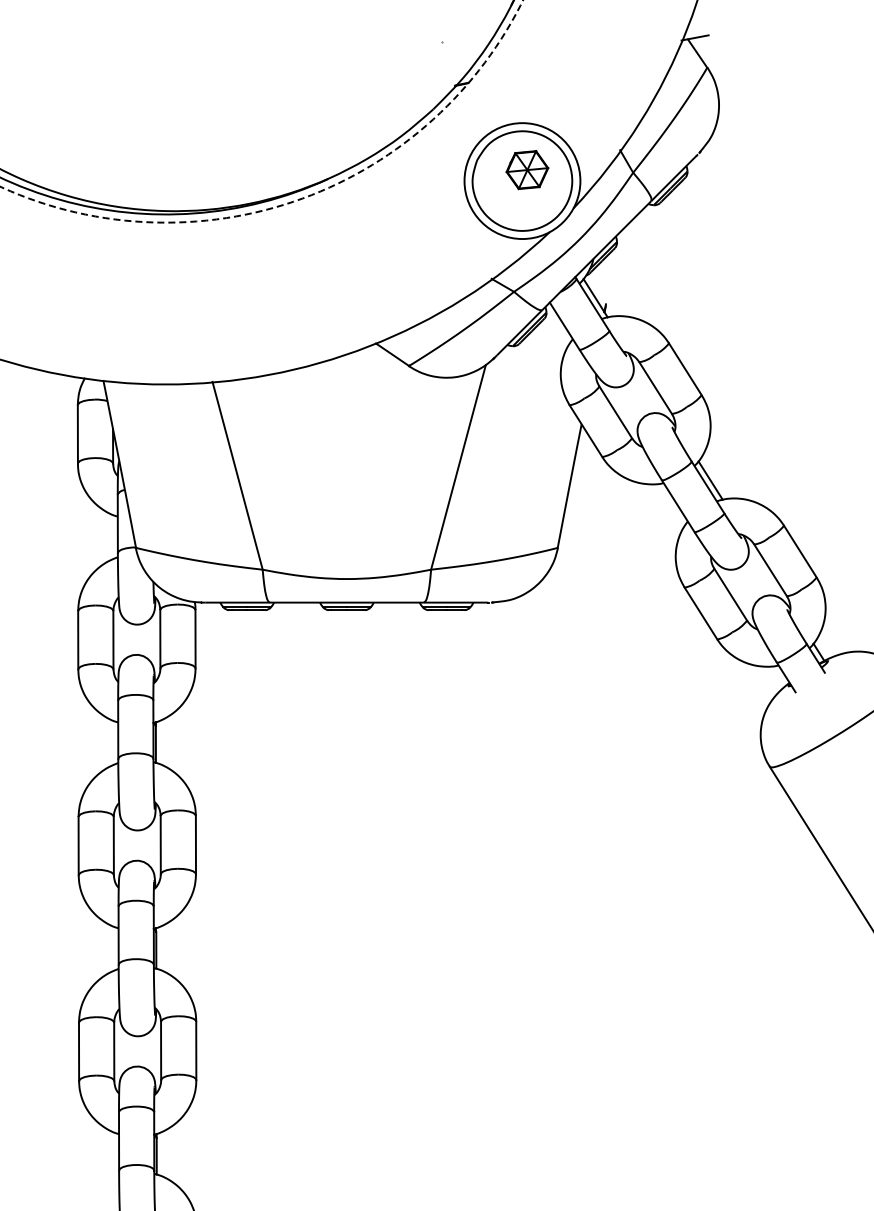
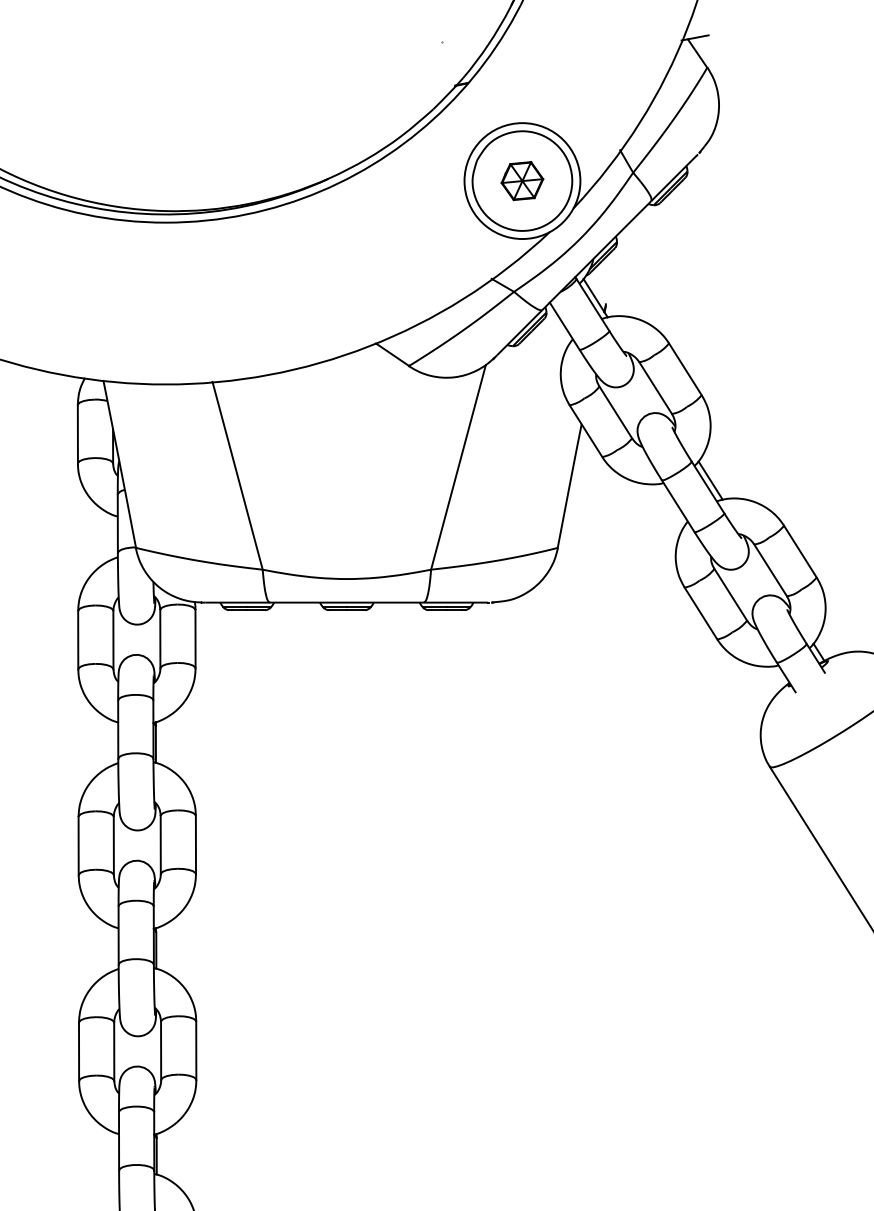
circle at (261, 111): dashed -> solid
part at (527, 170) position: (527, 170) -> (522, 181)
